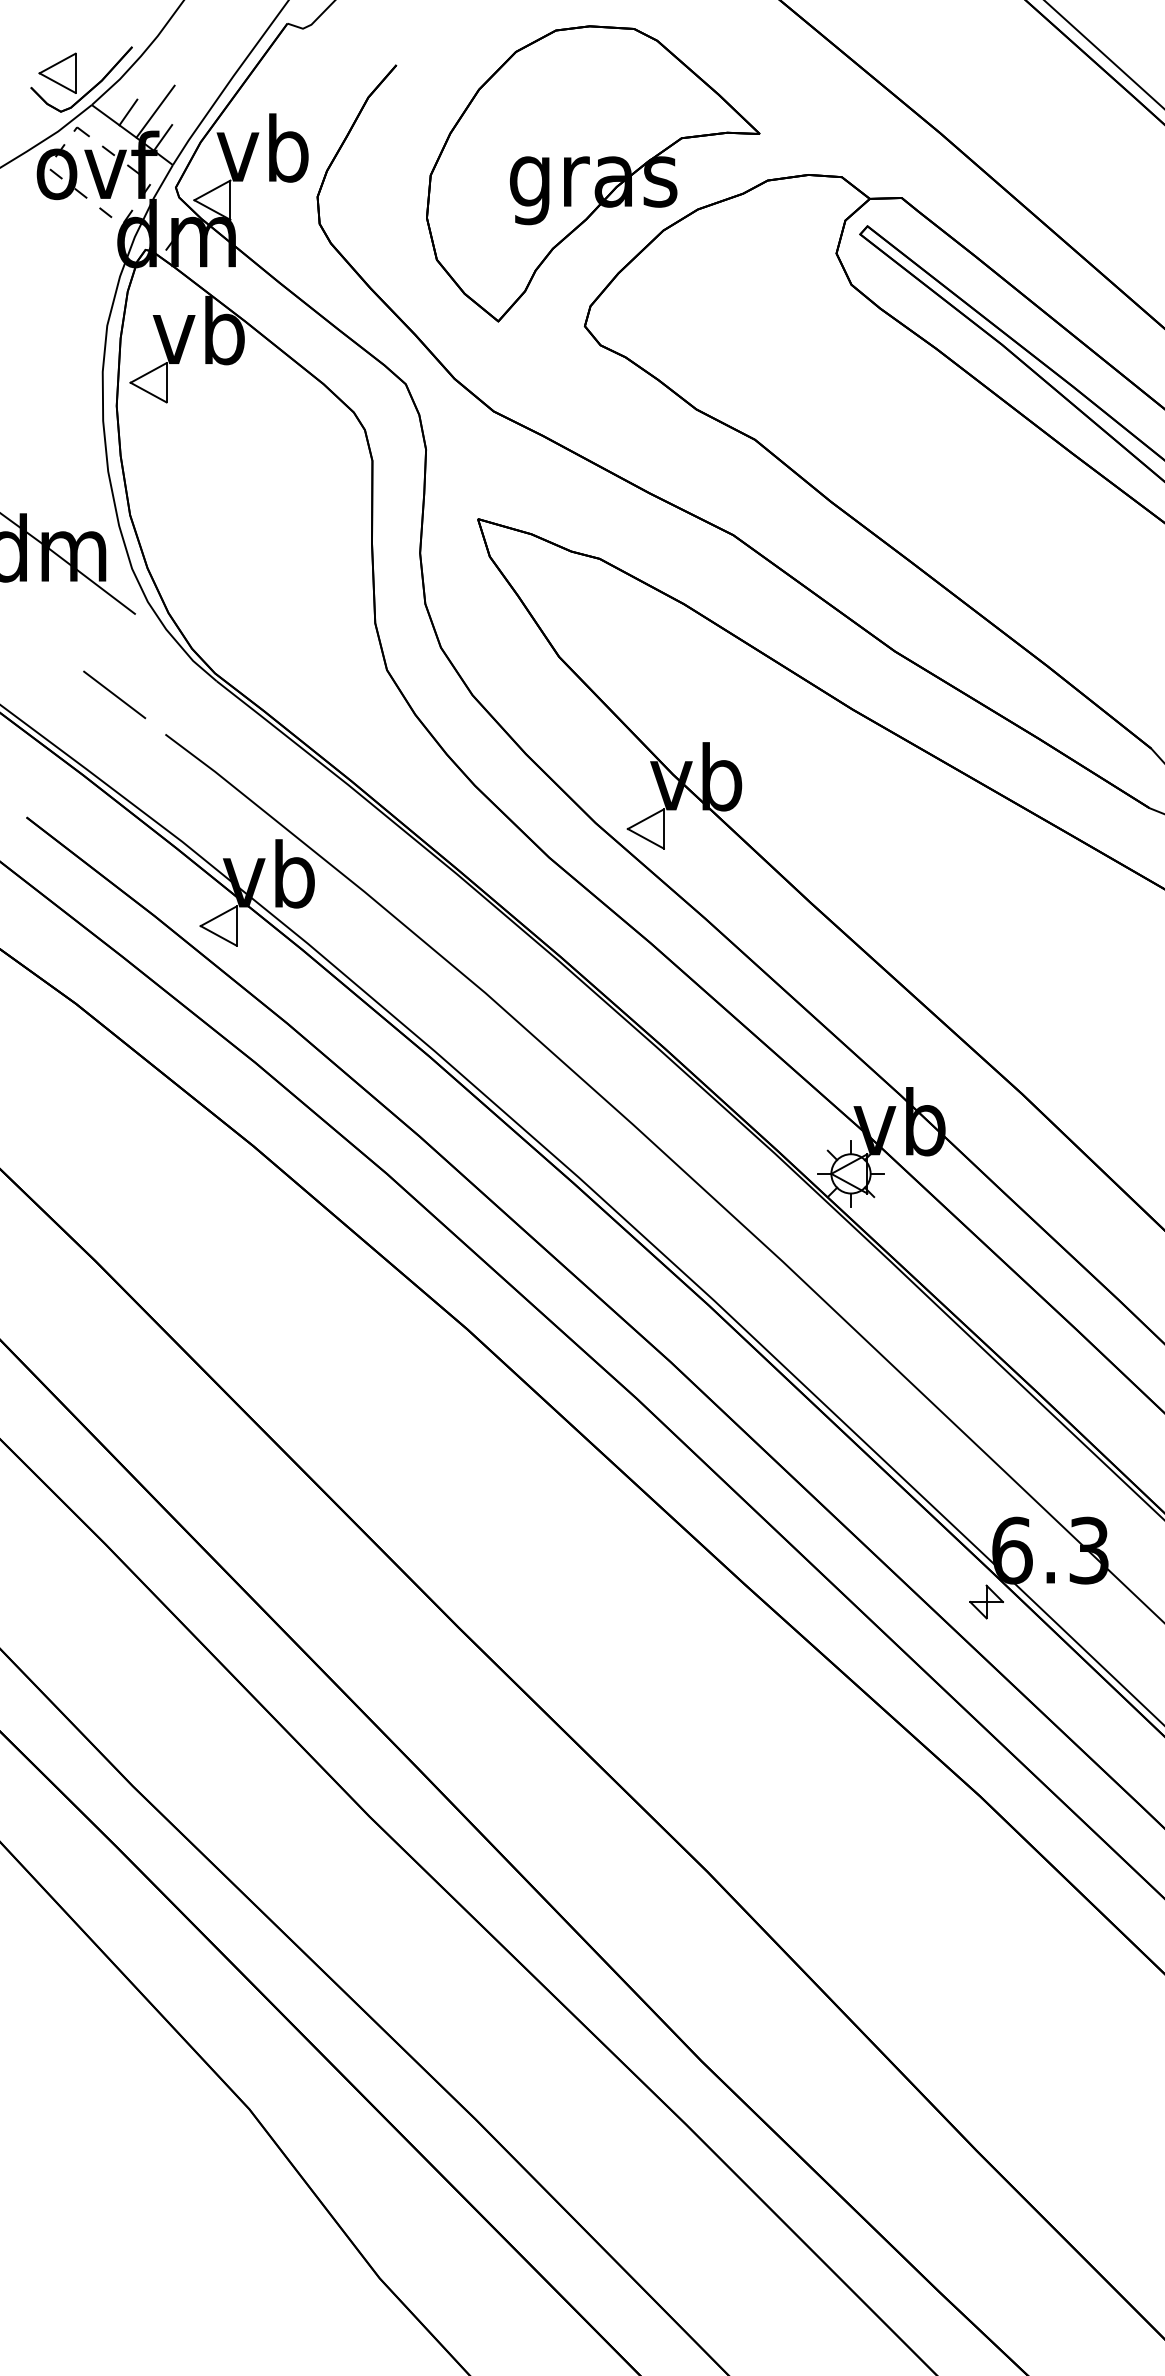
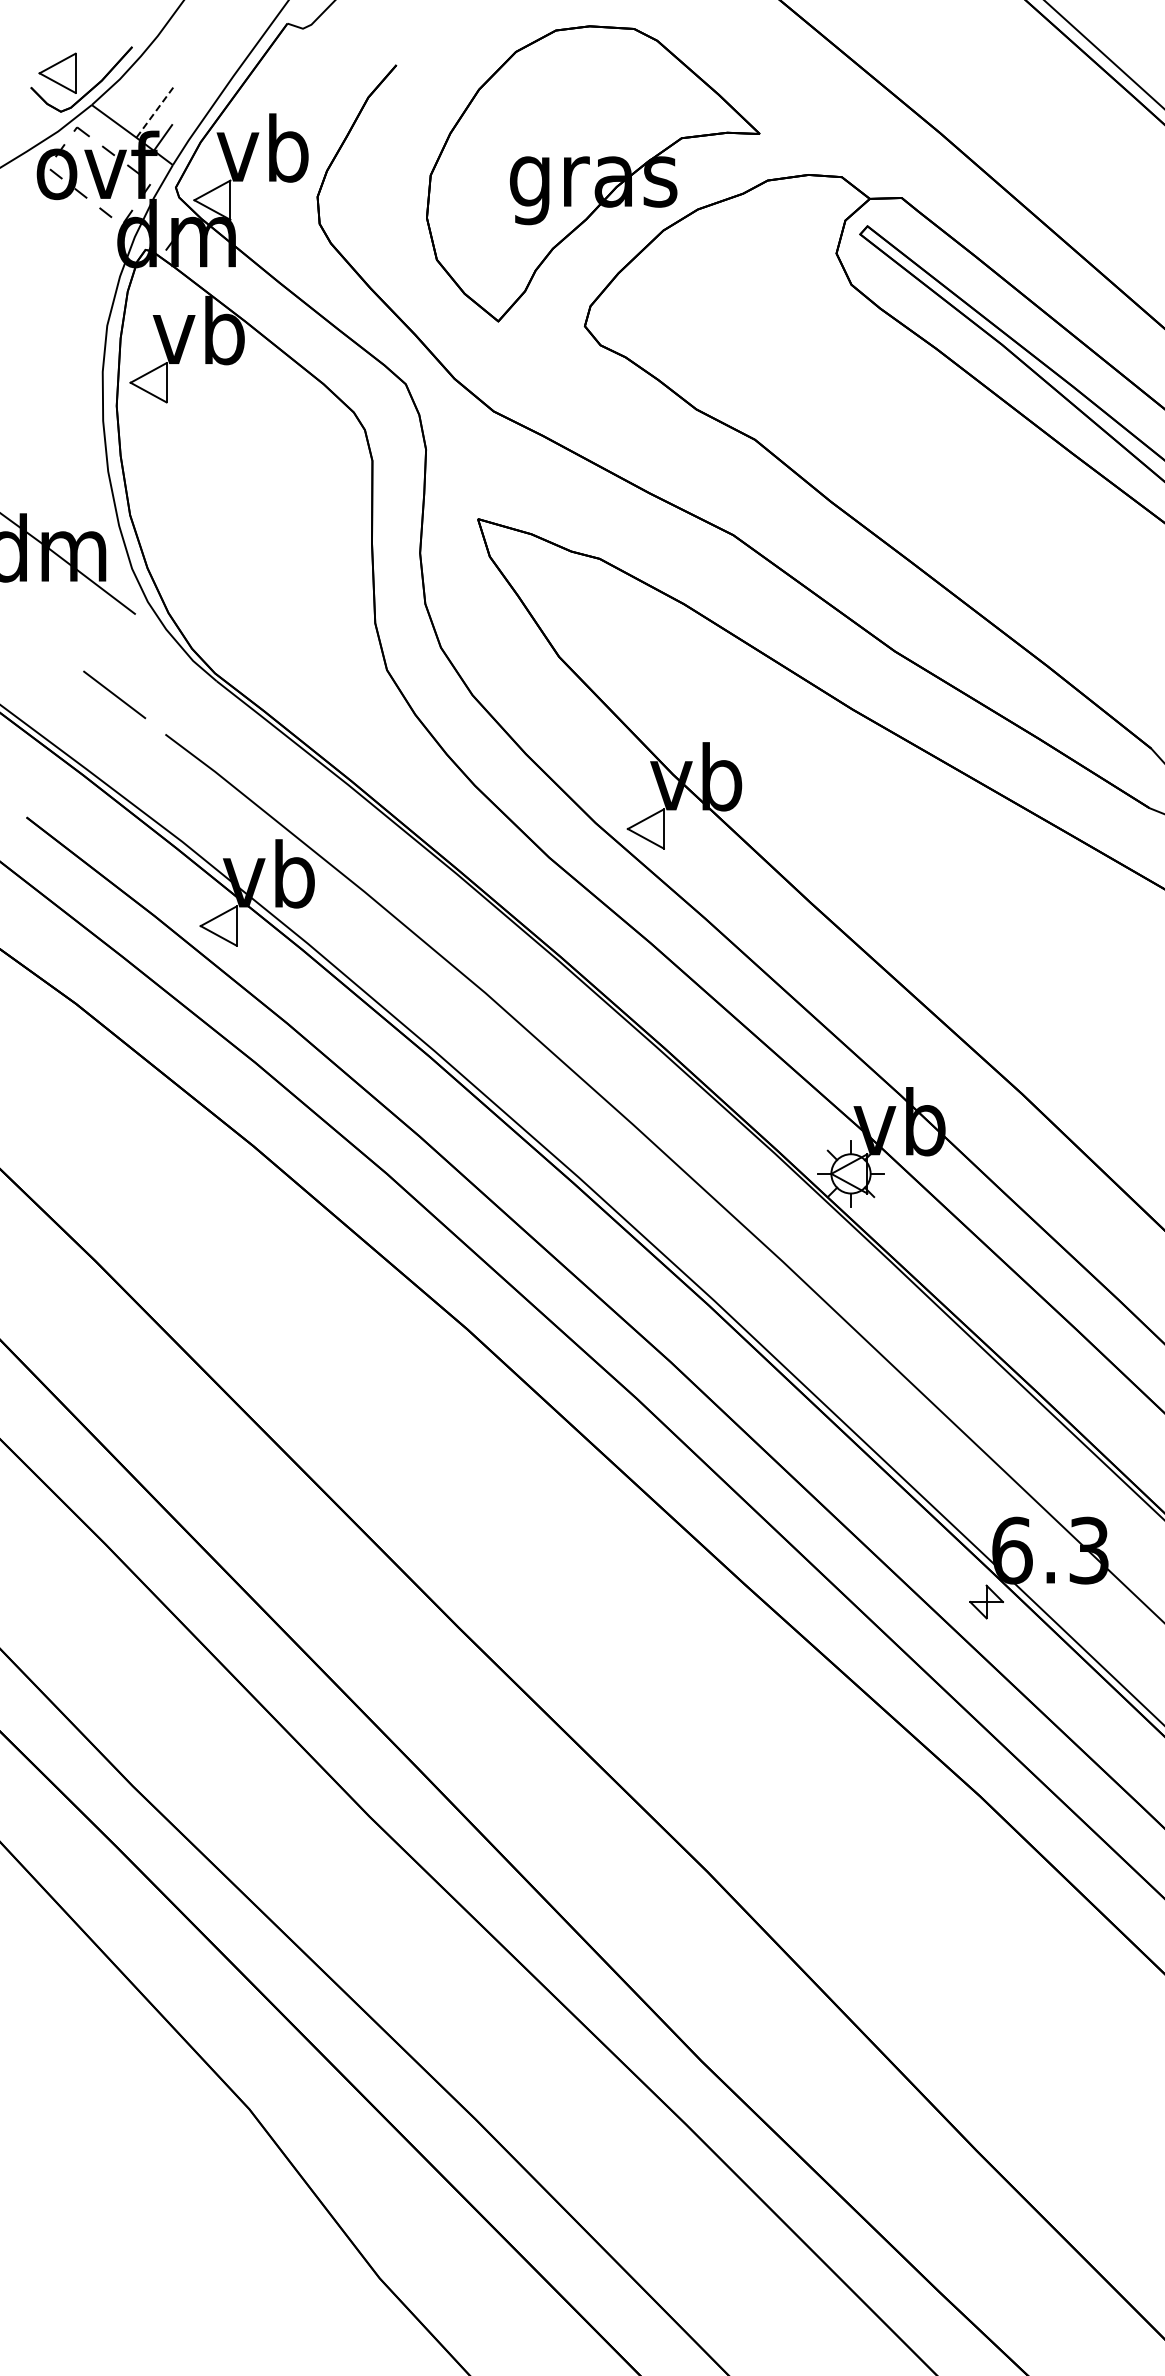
line at (155, 111): solid -> dashed
line at (128, 112): present -> none
